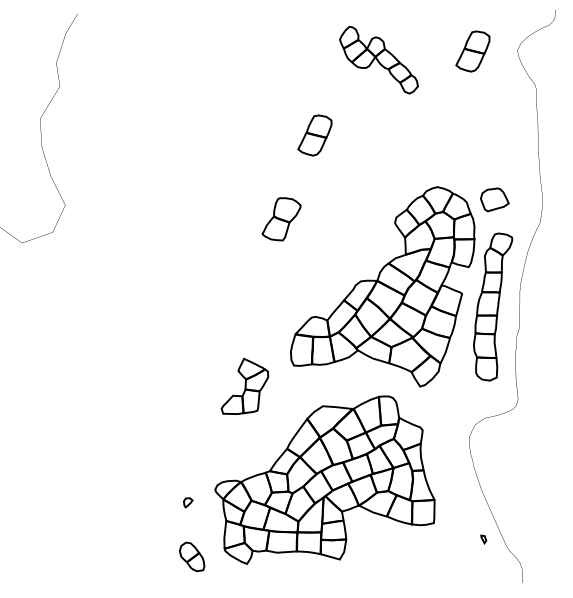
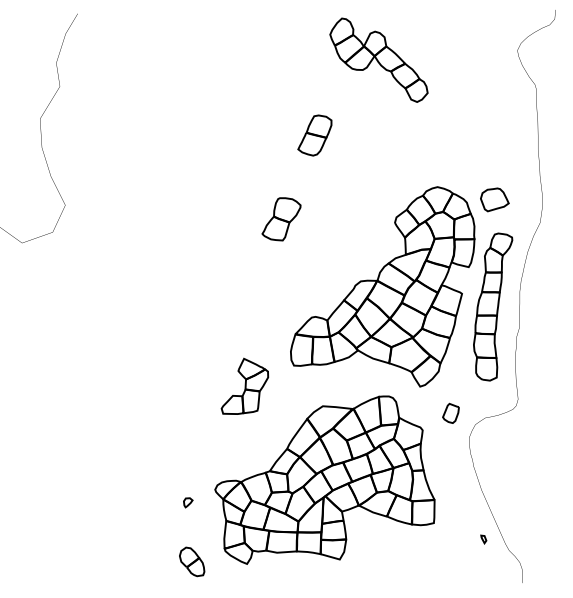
part at (472, 51): present -> none
part at (378, 59) size: 80x70 px -> 100x86 px
part at (450, 412): none -> present
part at (192, 556) position: (192, 556) -> (192, 561)
